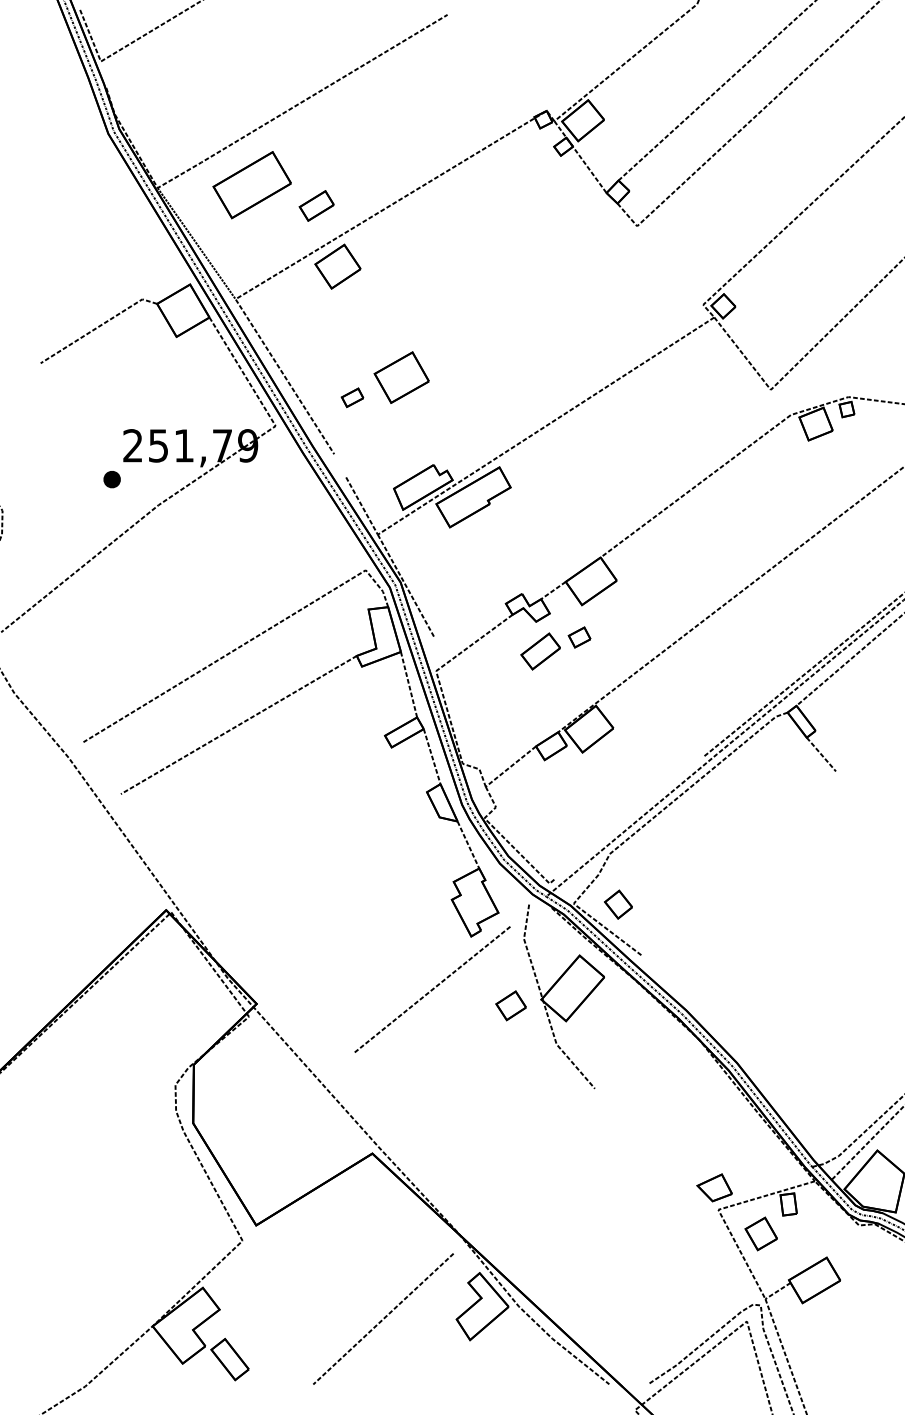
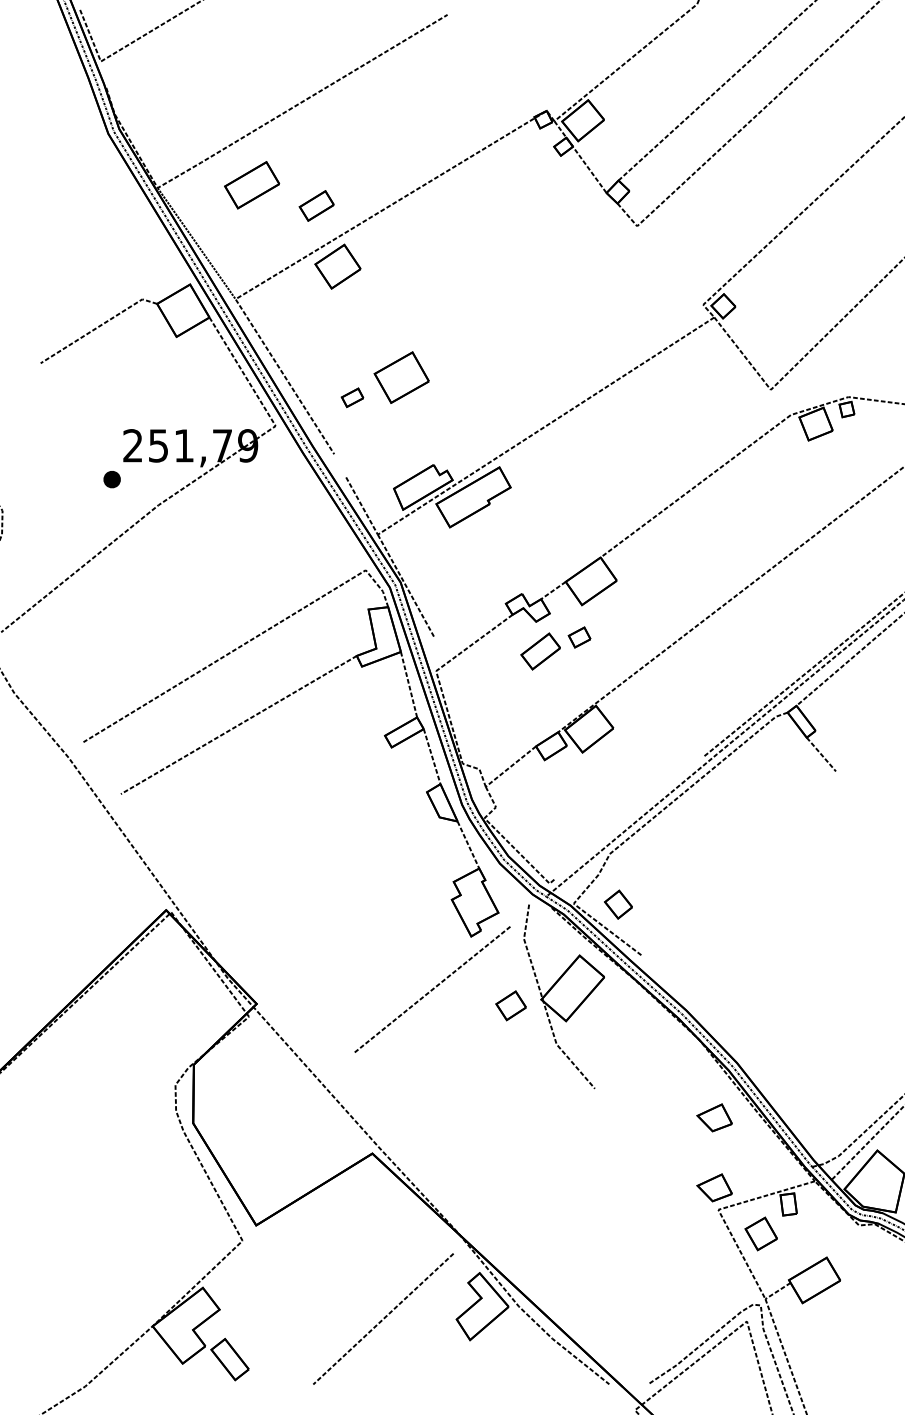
part at (251, 185) size: 80x69 px -> 57x49 px
part at (714, 1117): none -> present
